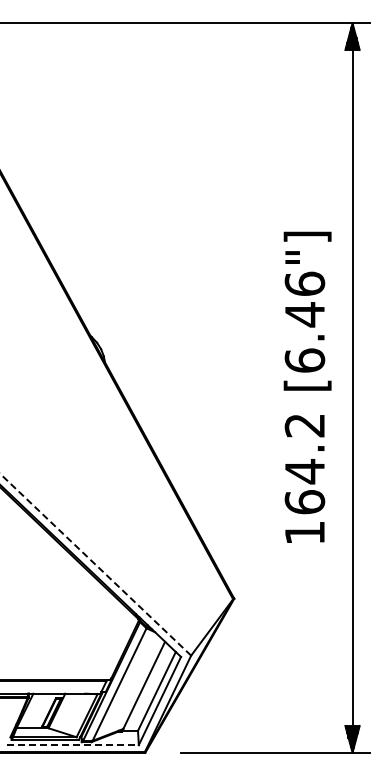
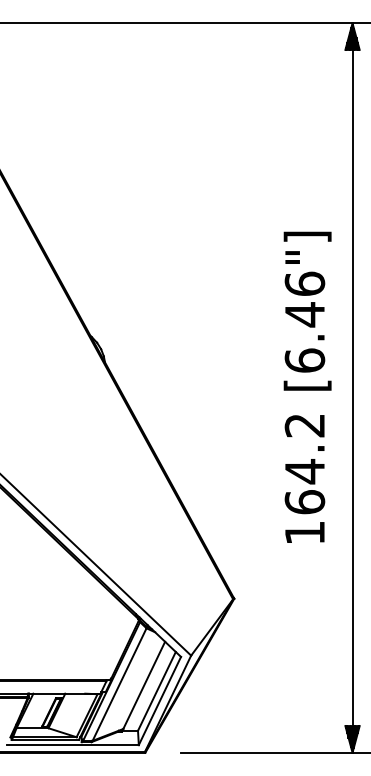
line at (95, 564): dashed -> solid
line at (73, 745): dashed -> solid
